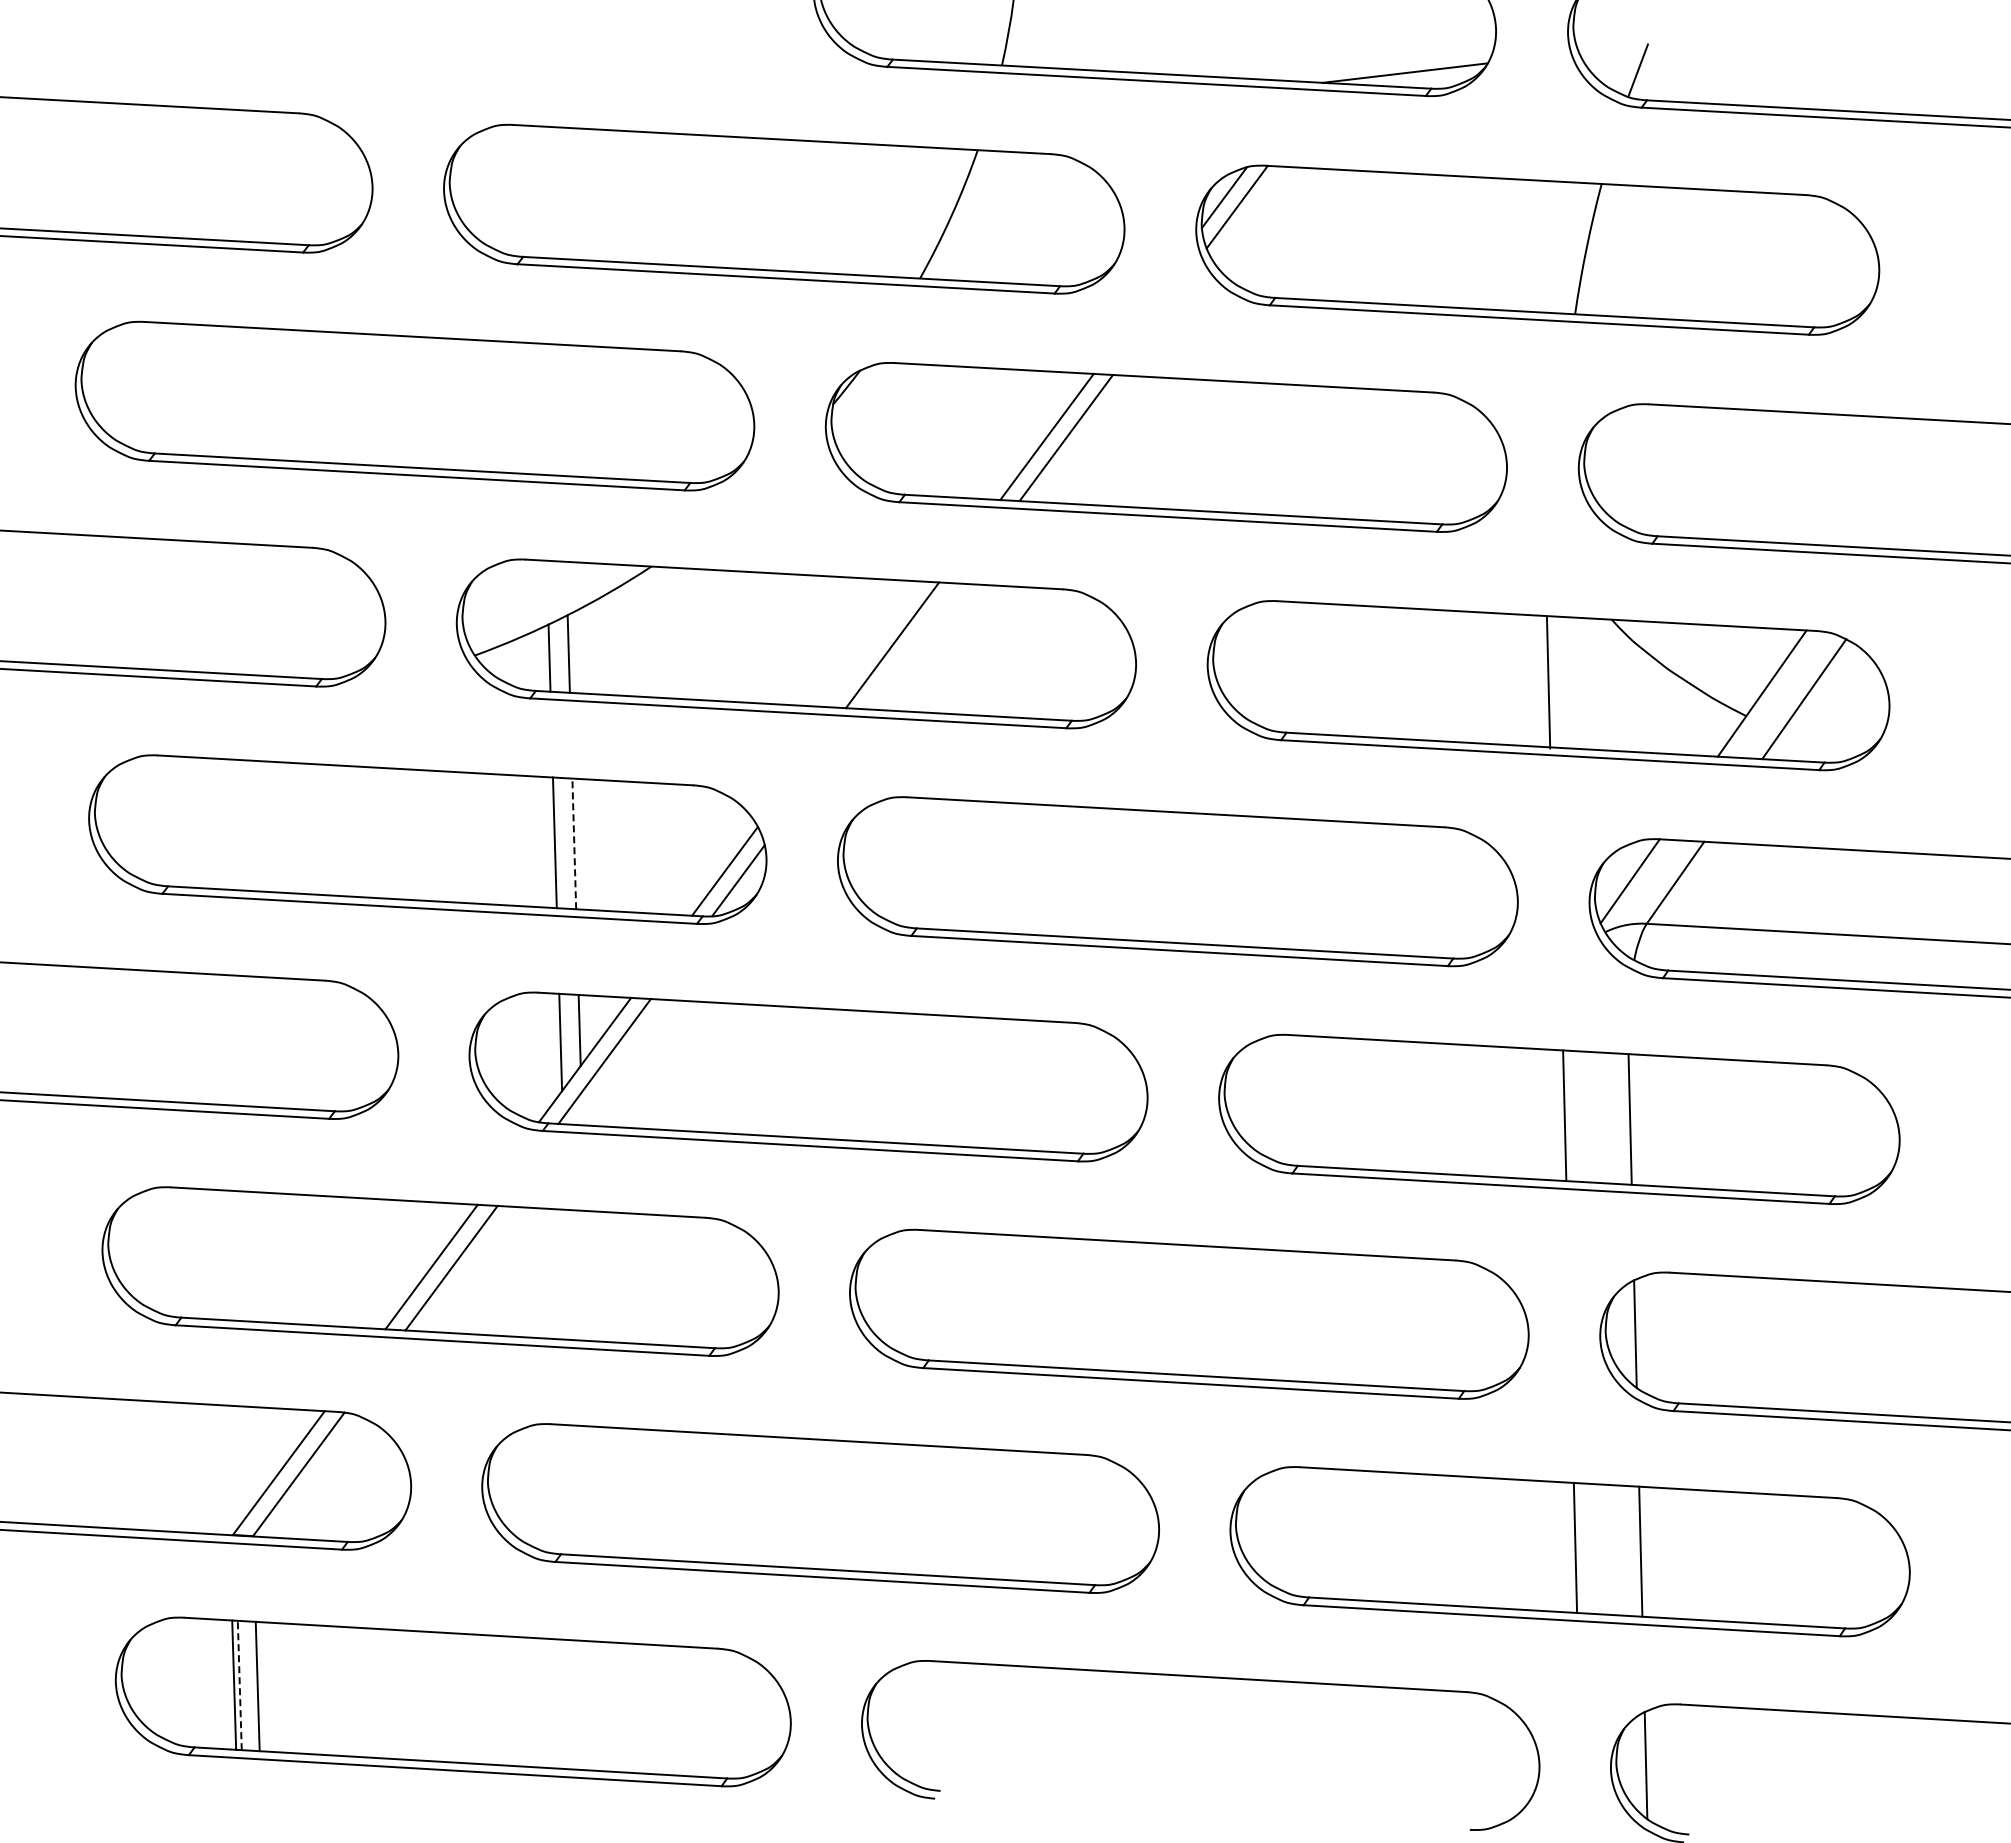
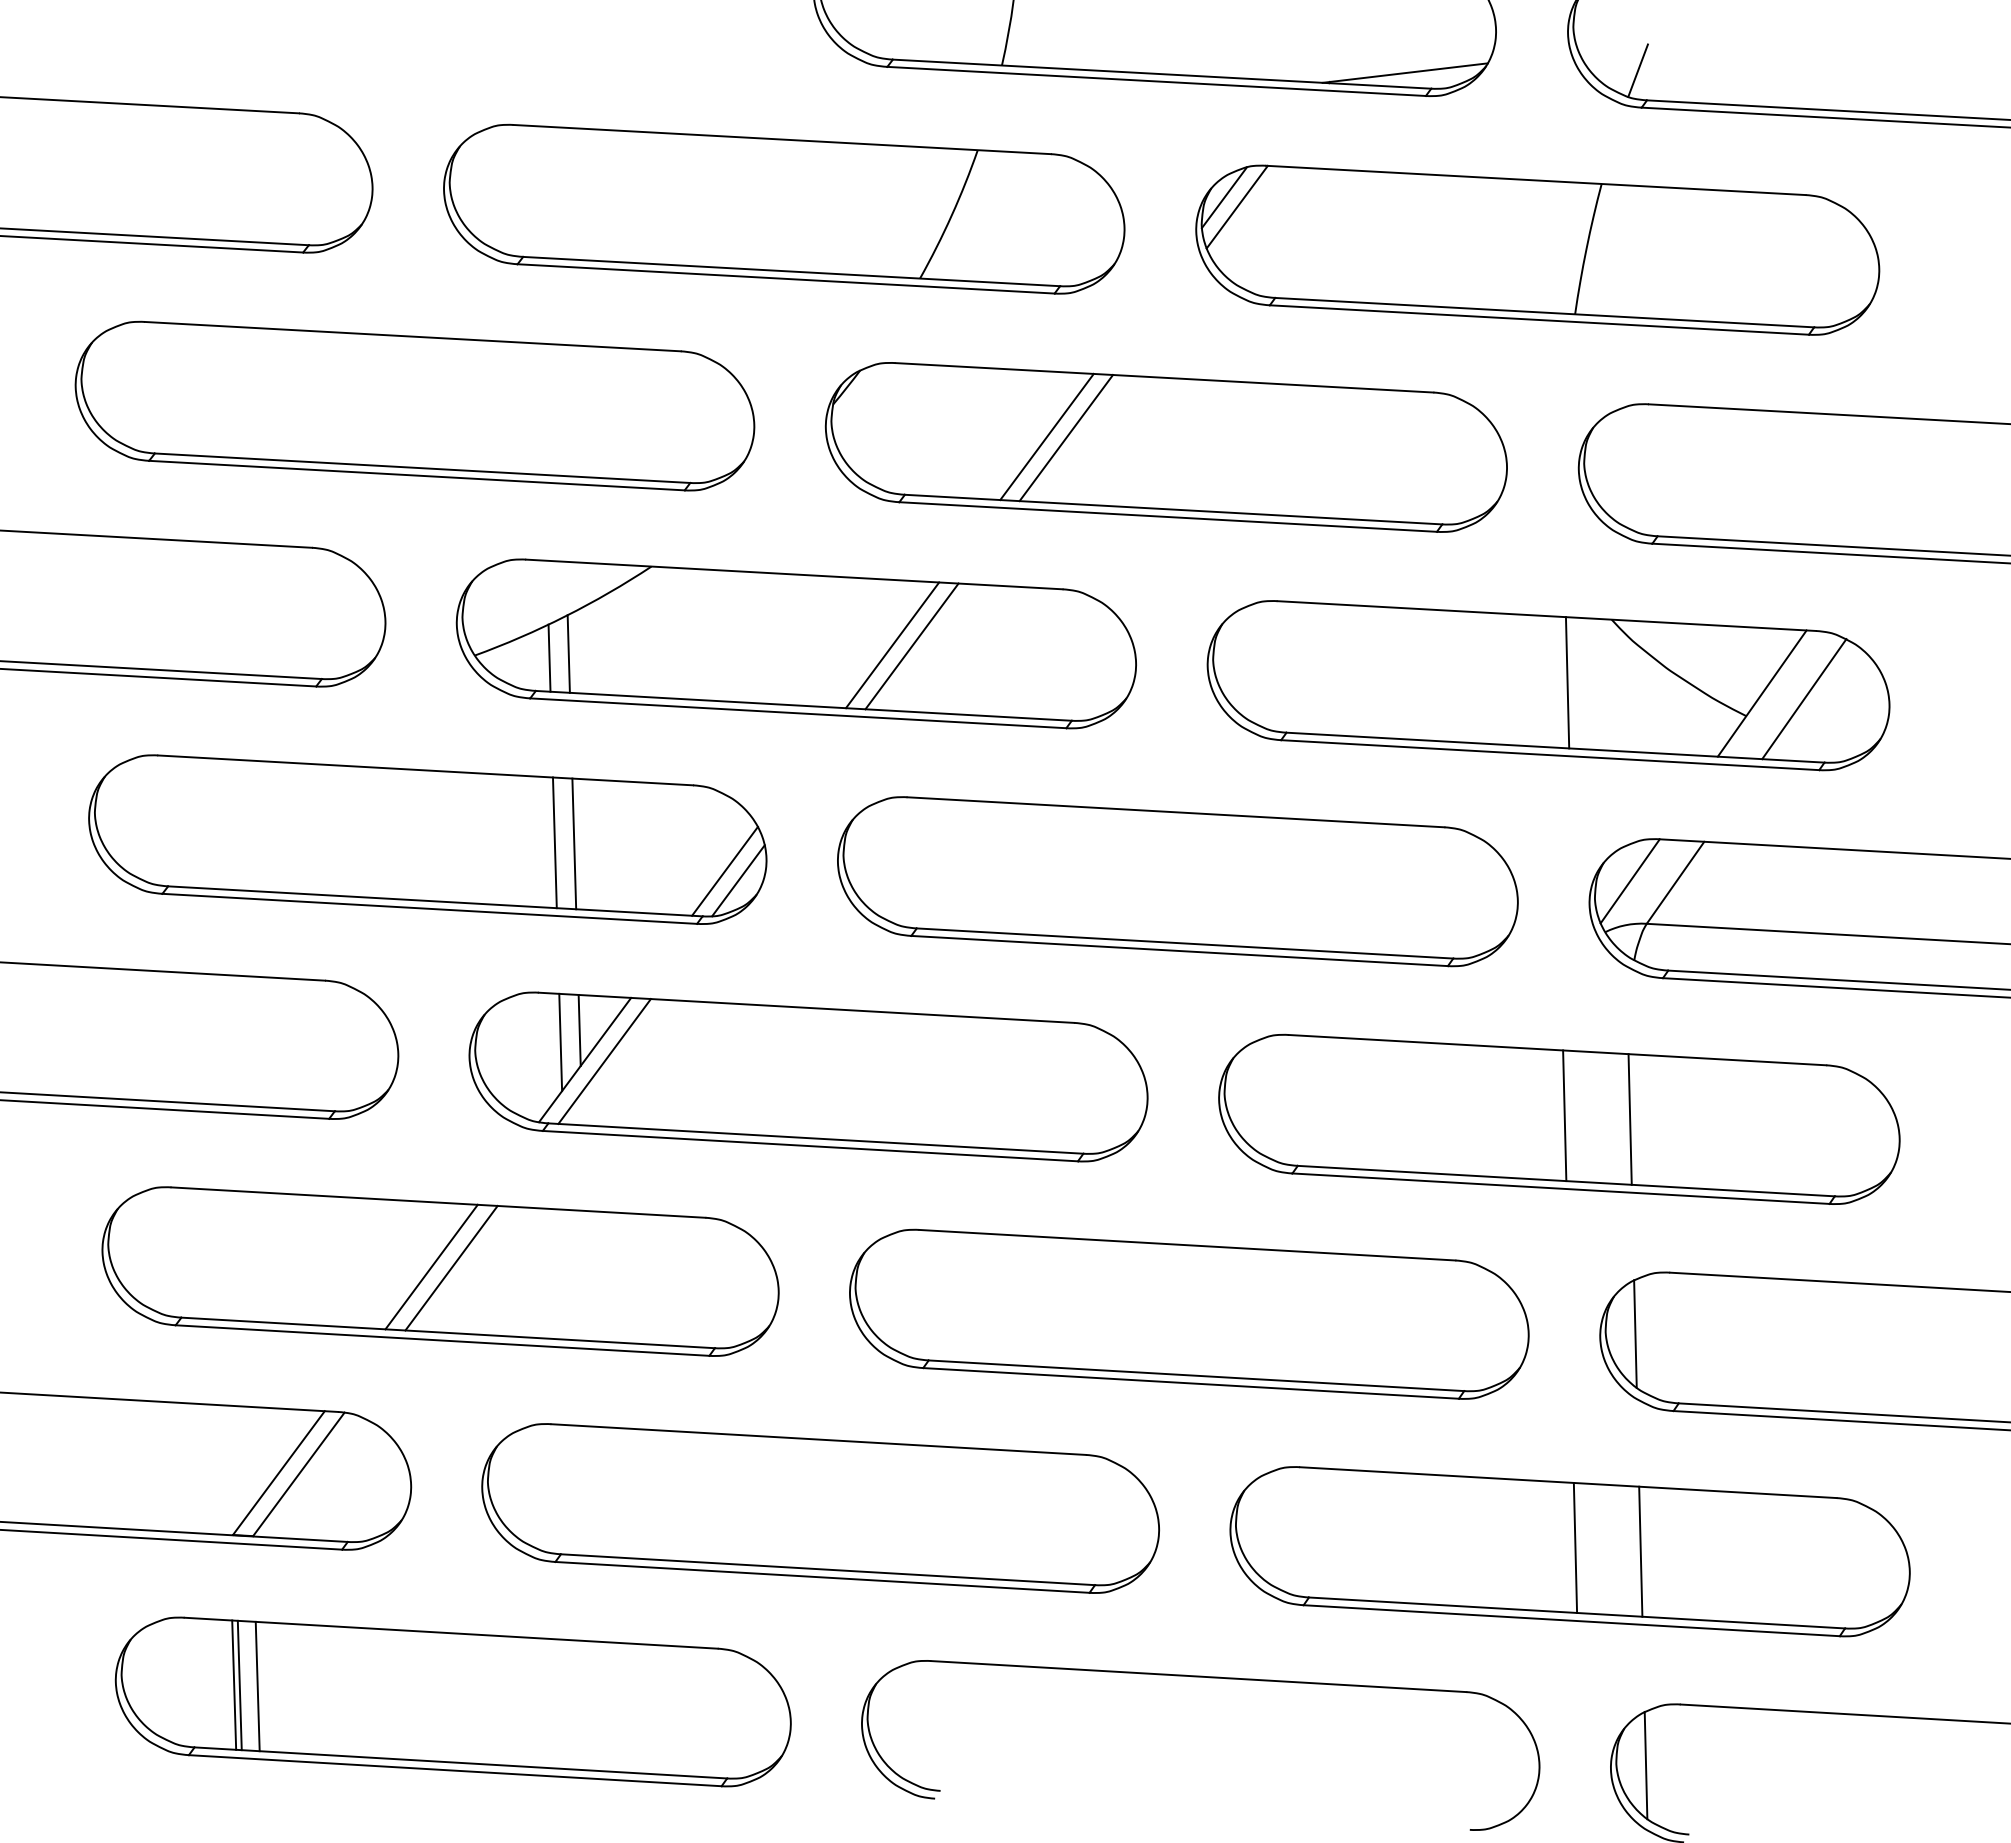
line at (911, 646): none -> present
line at (1548, 682) position: (1548, 682) -> (1567, 682)
line at (574, 843): dashed -> solid
line at (239, 1685): dashed -> solid
